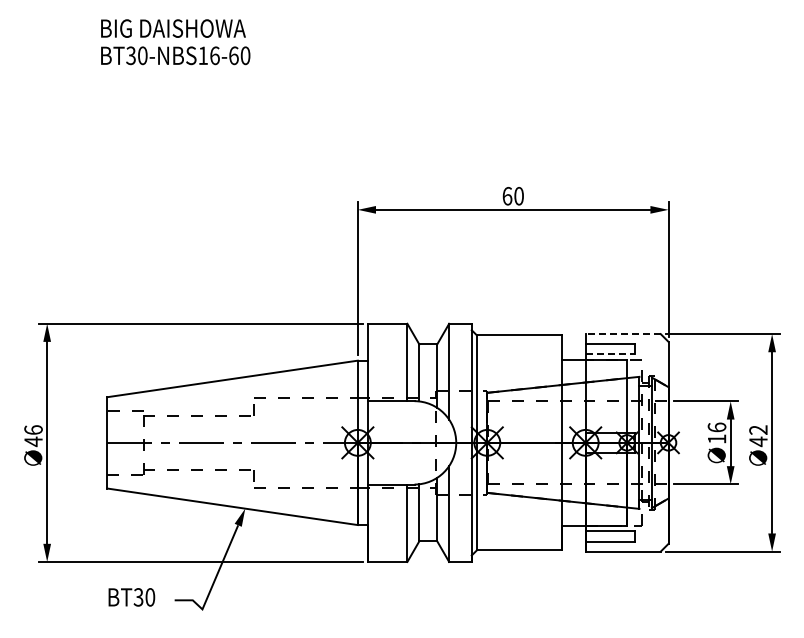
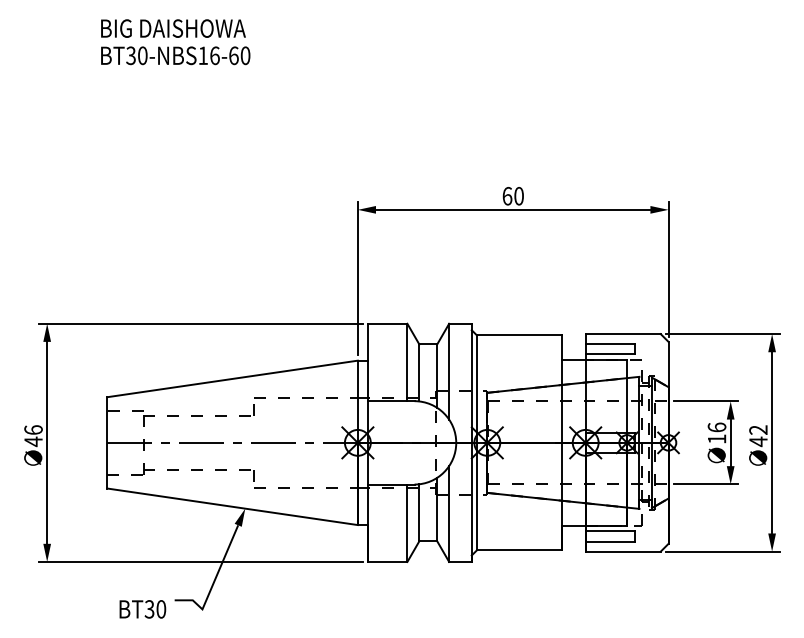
line at (623, 334): dashed -> solid
line at (610, 354): dashed -> solid
text at (131, 597) position: (131, 597) -> (142, 609)
